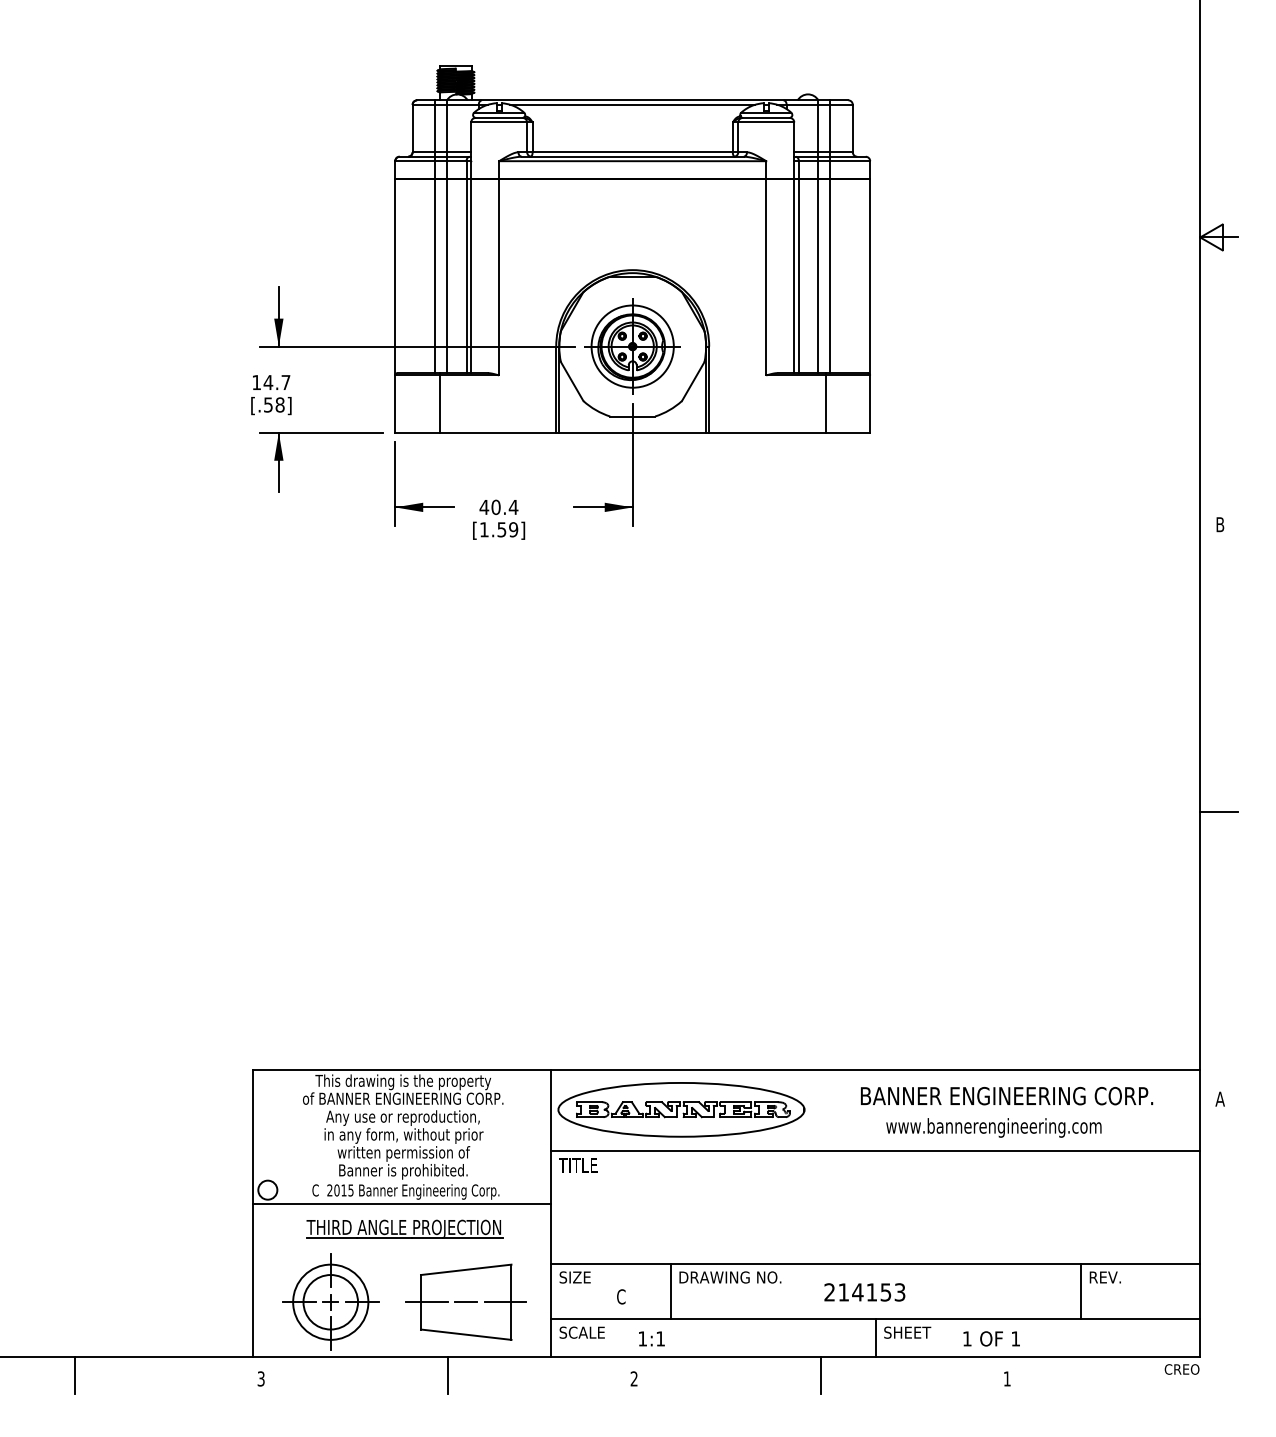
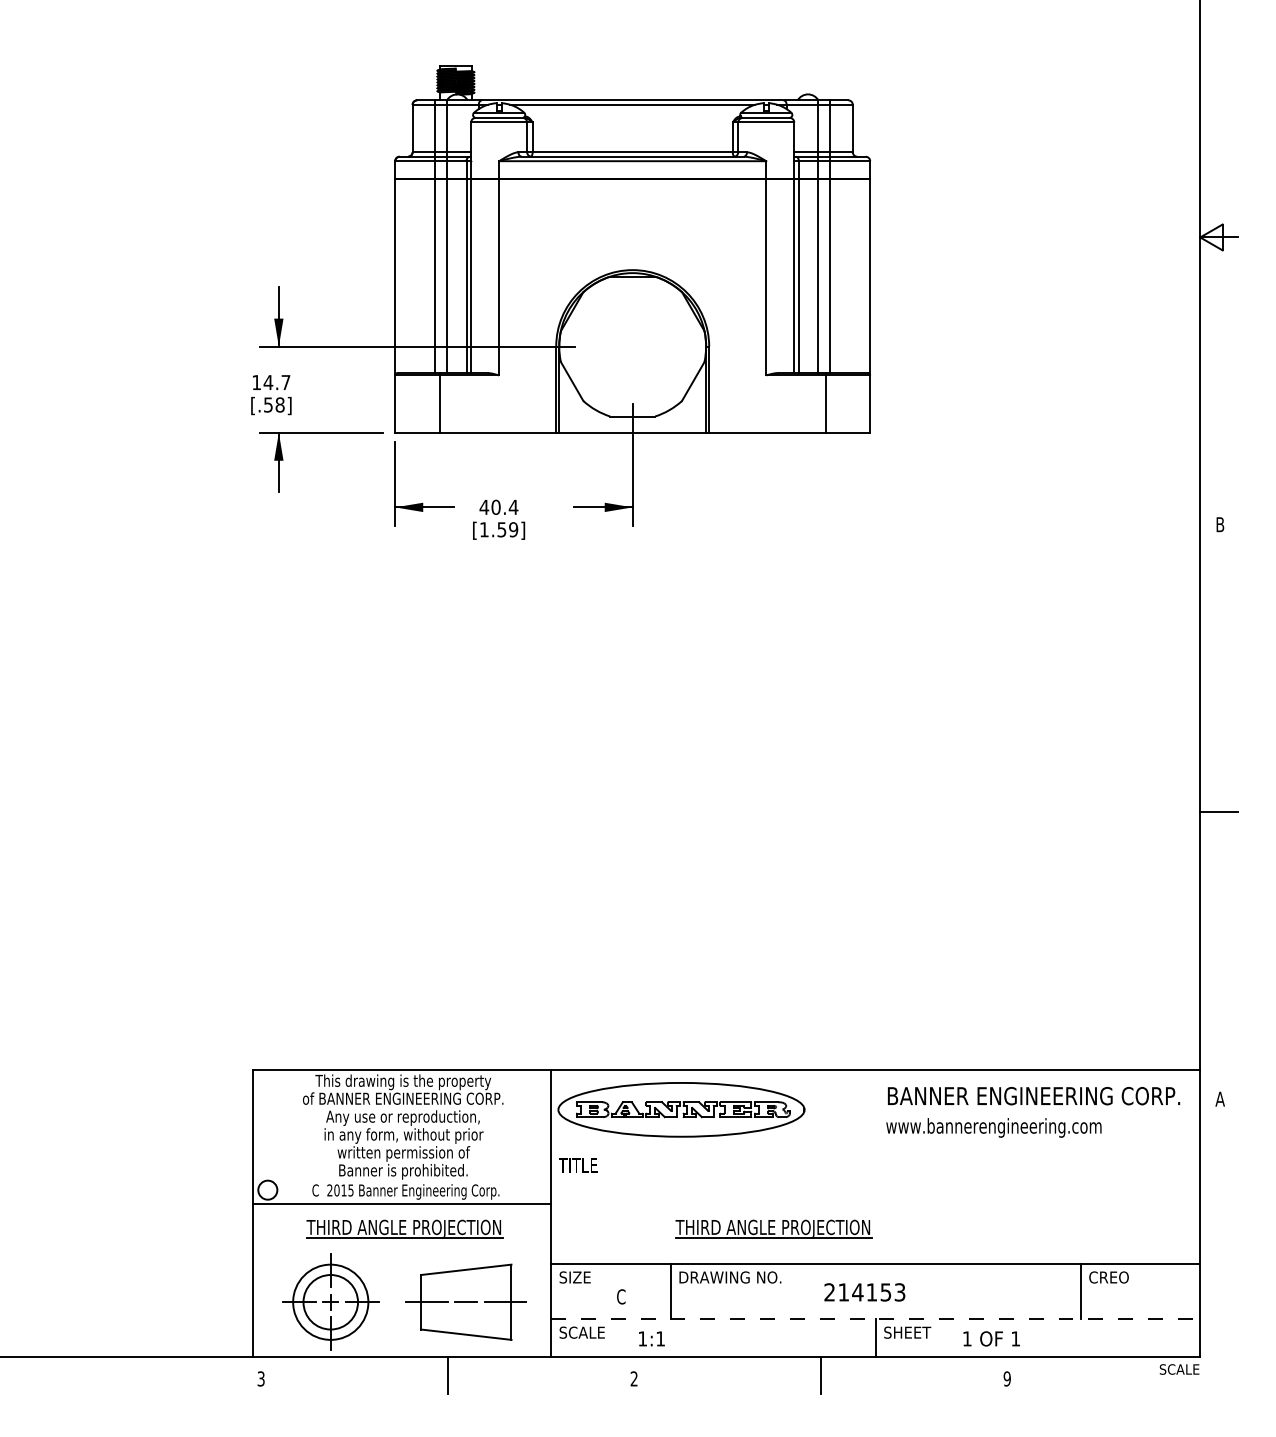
part at (632, 346): present -> none
text at (1007, 1096) position: (1007, 1096) -> (1034, 1096)
line at (875, 1150): present -> none
part at (773, 1228): none -> present
text at (1108, 1277): REV. -> CREO
line at (875, 1319): solid -> dashed
text at (1179, 1369): CREO -> SCALE
line at (74, 1374): present -> none
text at (1006, 1378): 1 -> 9
